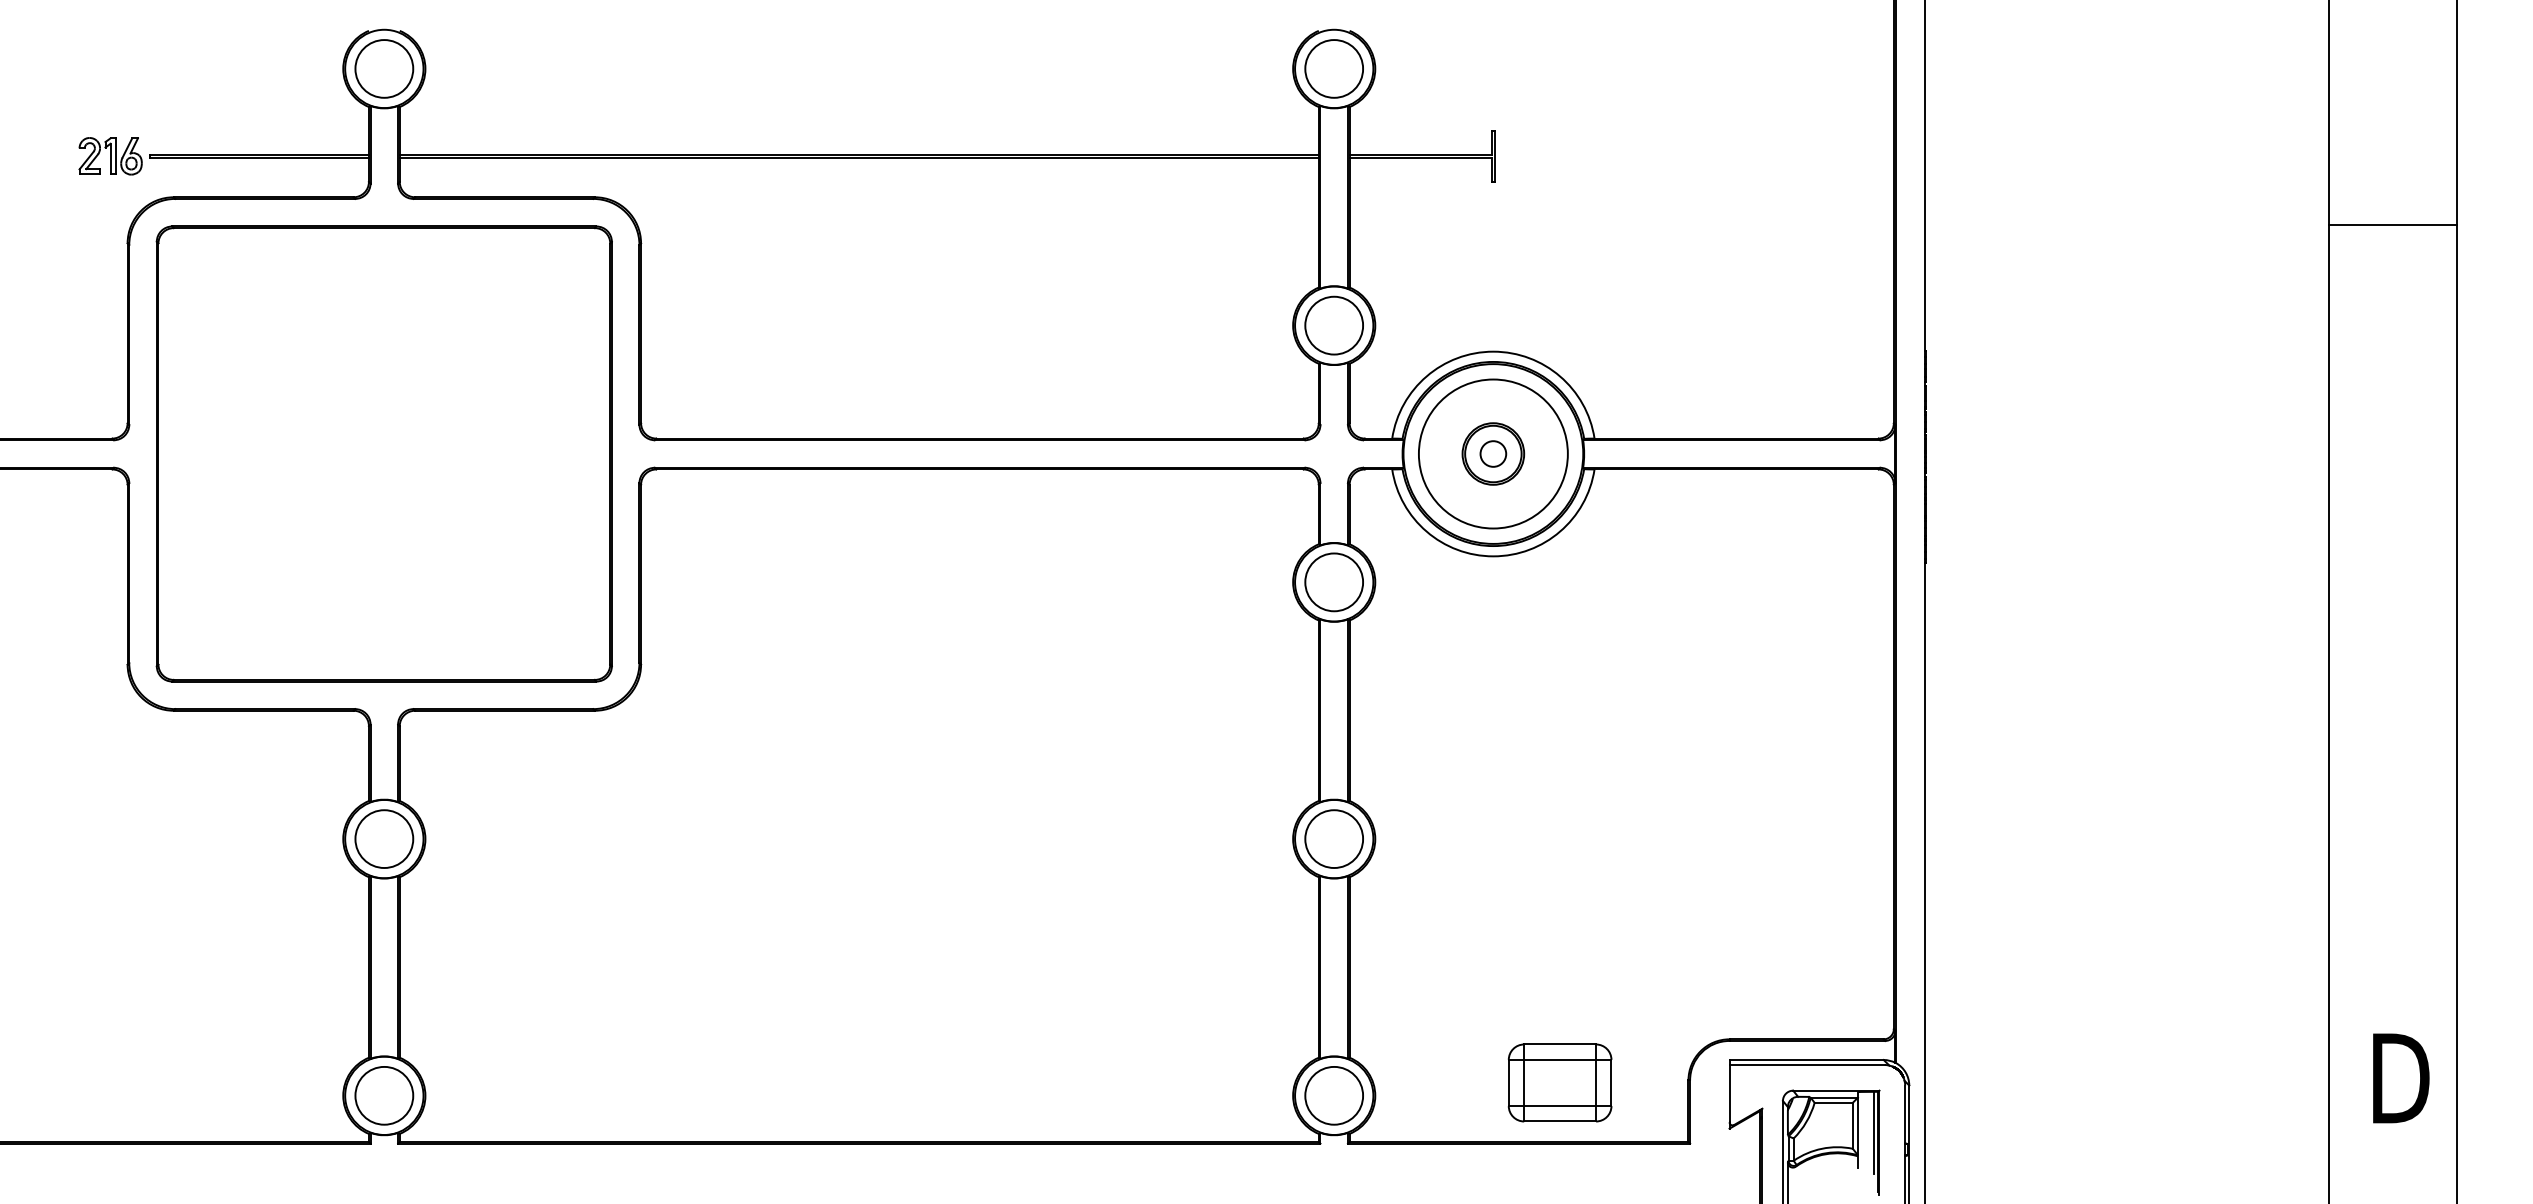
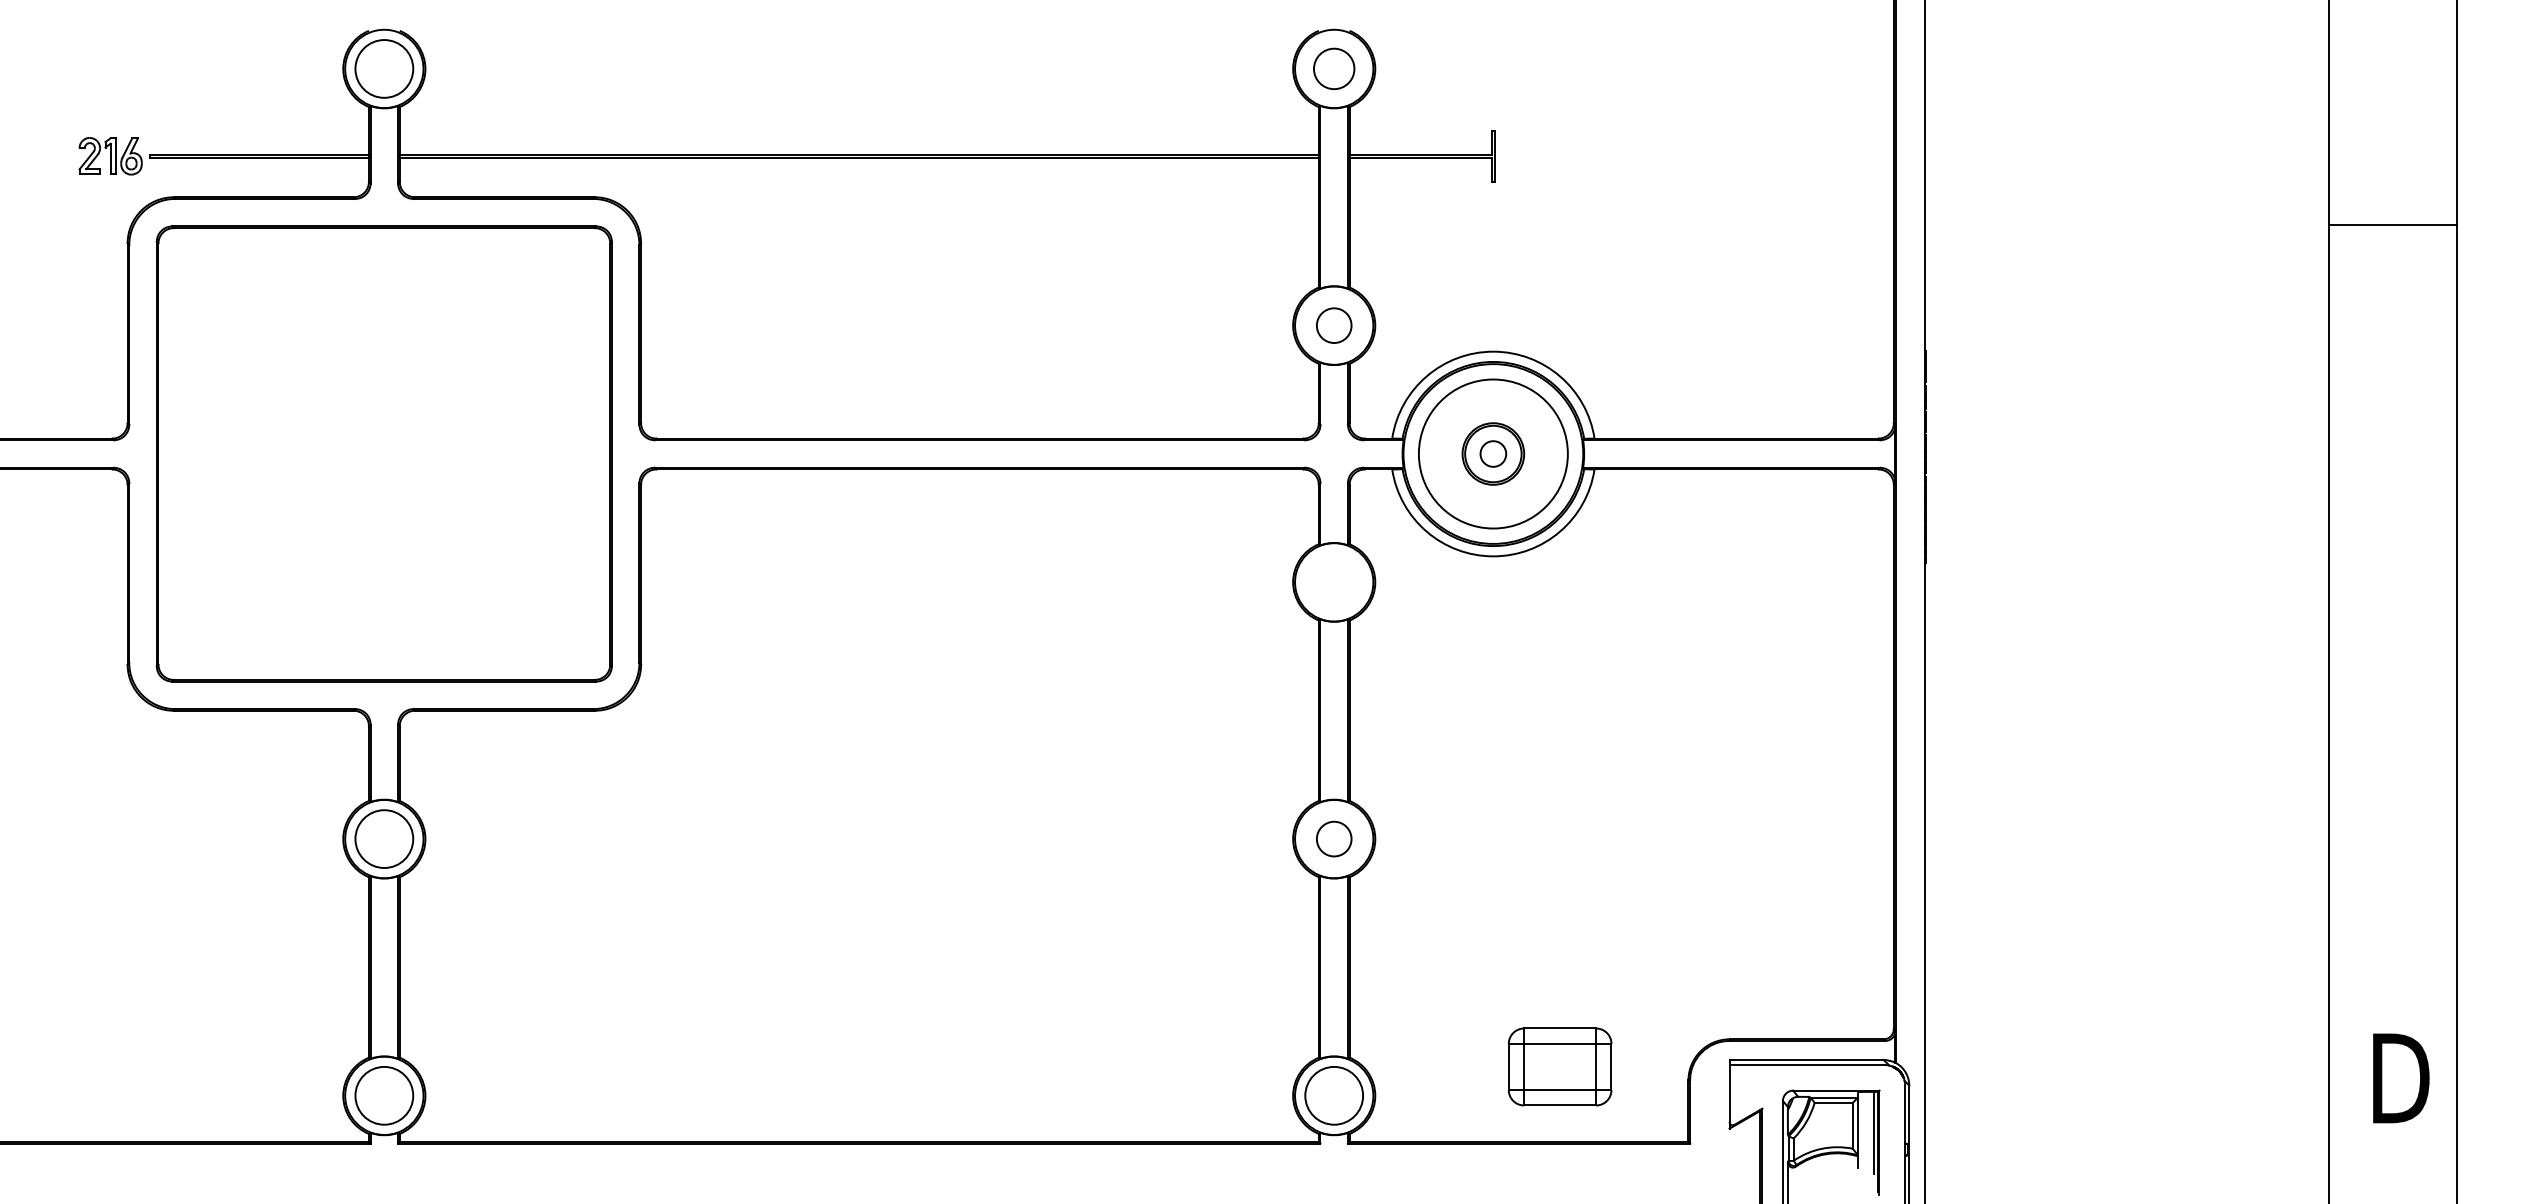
circle at (1334, 68) diameter: 58 px -> 40 px
circle at (1334, 325) diameter: 58 px -> 35 px
circle at (1333, 582): present -> none
circle at (1334, 839) diameter: 58 px -> 35 px
part at (1559, 1082) position: (1559, 1082) -> (1559, 1066)
